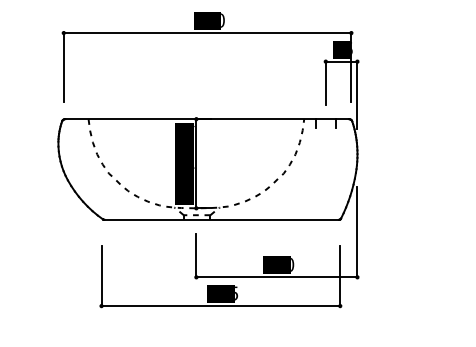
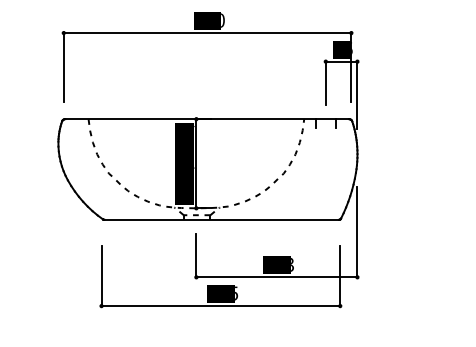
text at (292, 265): 280 -> 353
